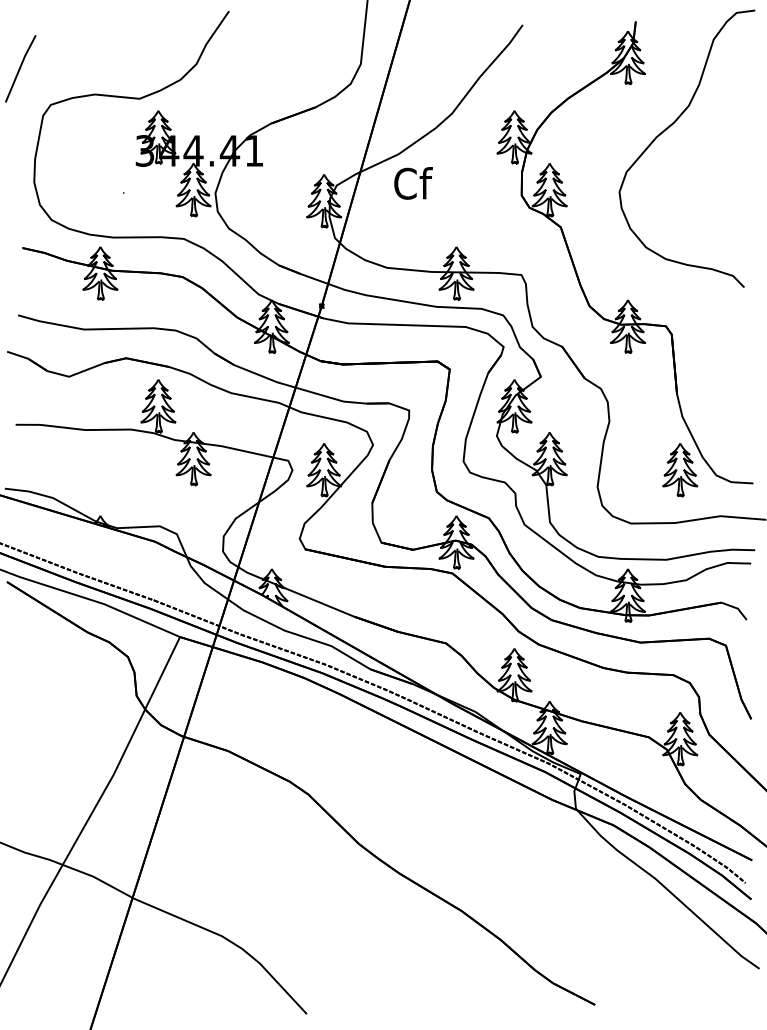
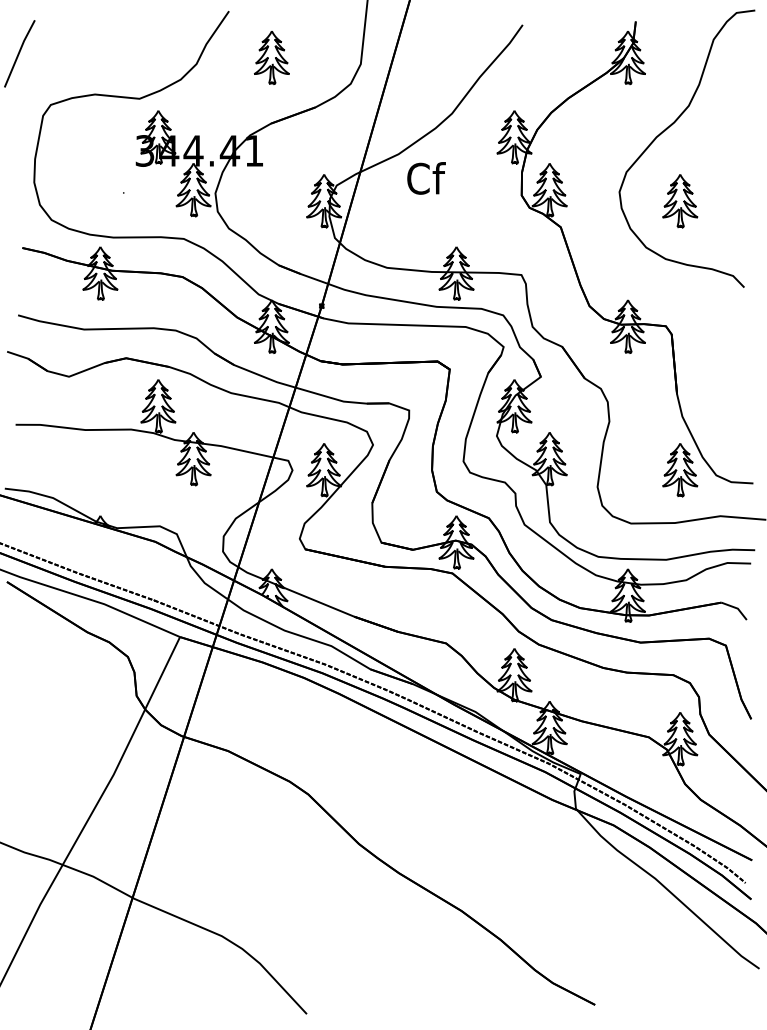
part at (271, 57): none -> present
line at (20, 68) position: (20, 68) -> (19, 53)
text at (413, 183) position: (413, 183) -> (426, 178)
part at (680, 201): none -> present
